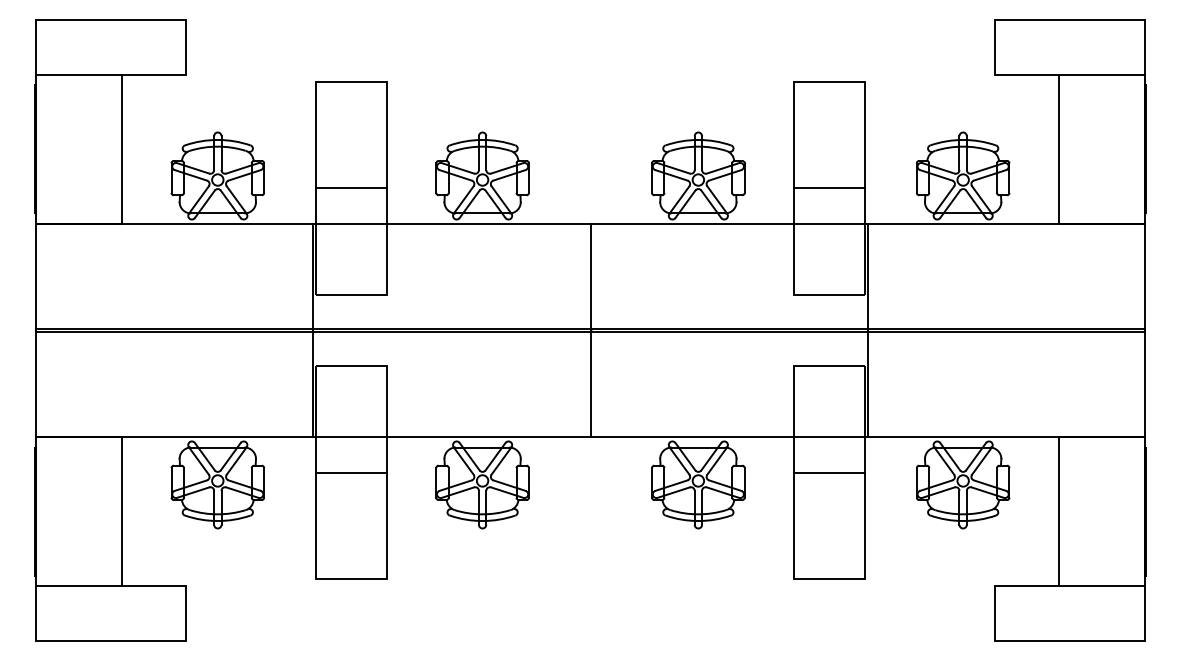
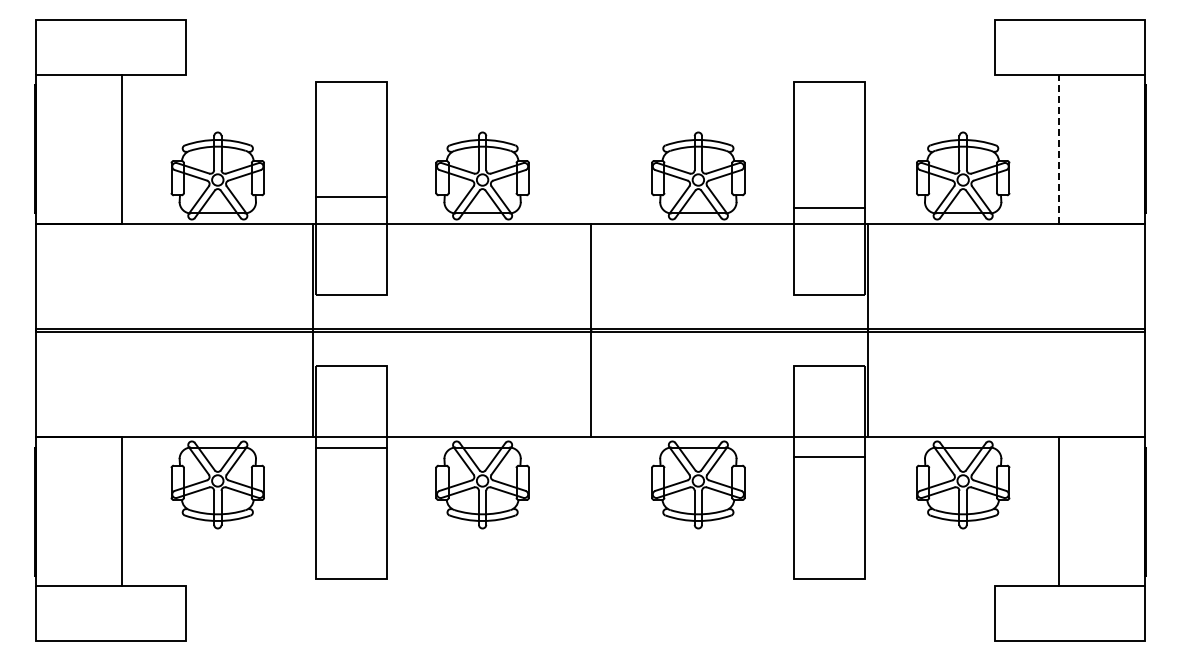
line at (1059, 149): solid -> dashed
line at (351, 188) position: (351, 188) -> (351, 197)
line at (828, 188) position: (828, 188) -> (828, 208)
line at (351, 472) position: (351, 472) -> (351, 447)
line at (828, 472) position: (828, 472) -> (828, 456)
